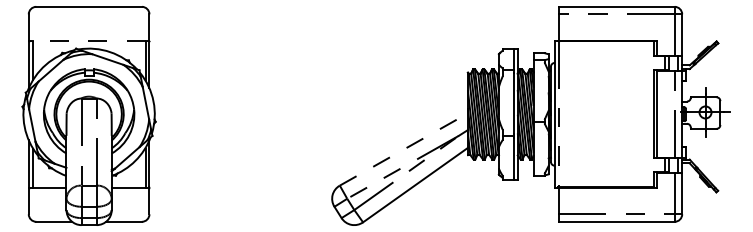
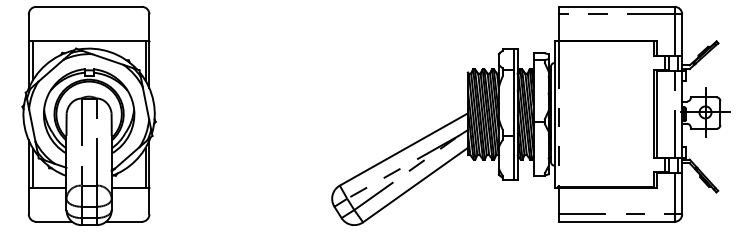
line at (89, 40): dashed -> solid
line at (403, 149): dashed -> solid
